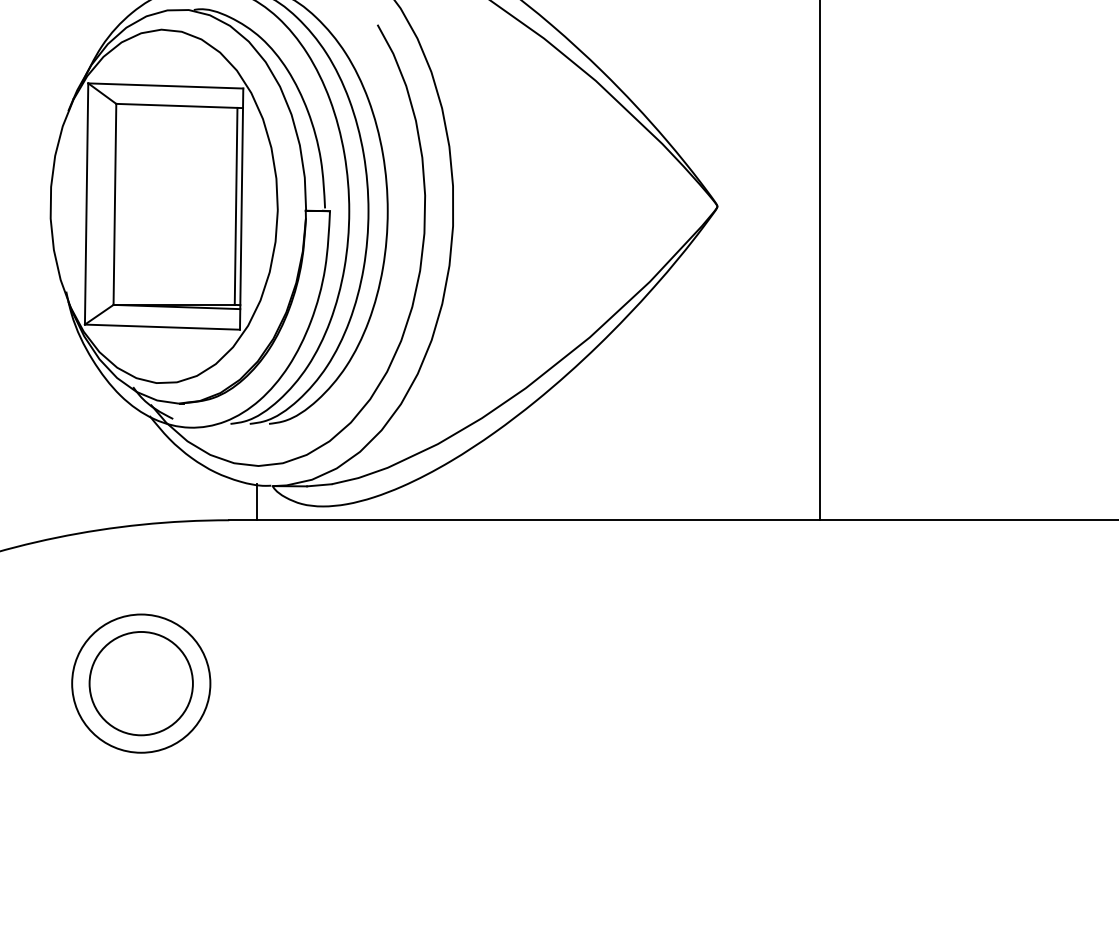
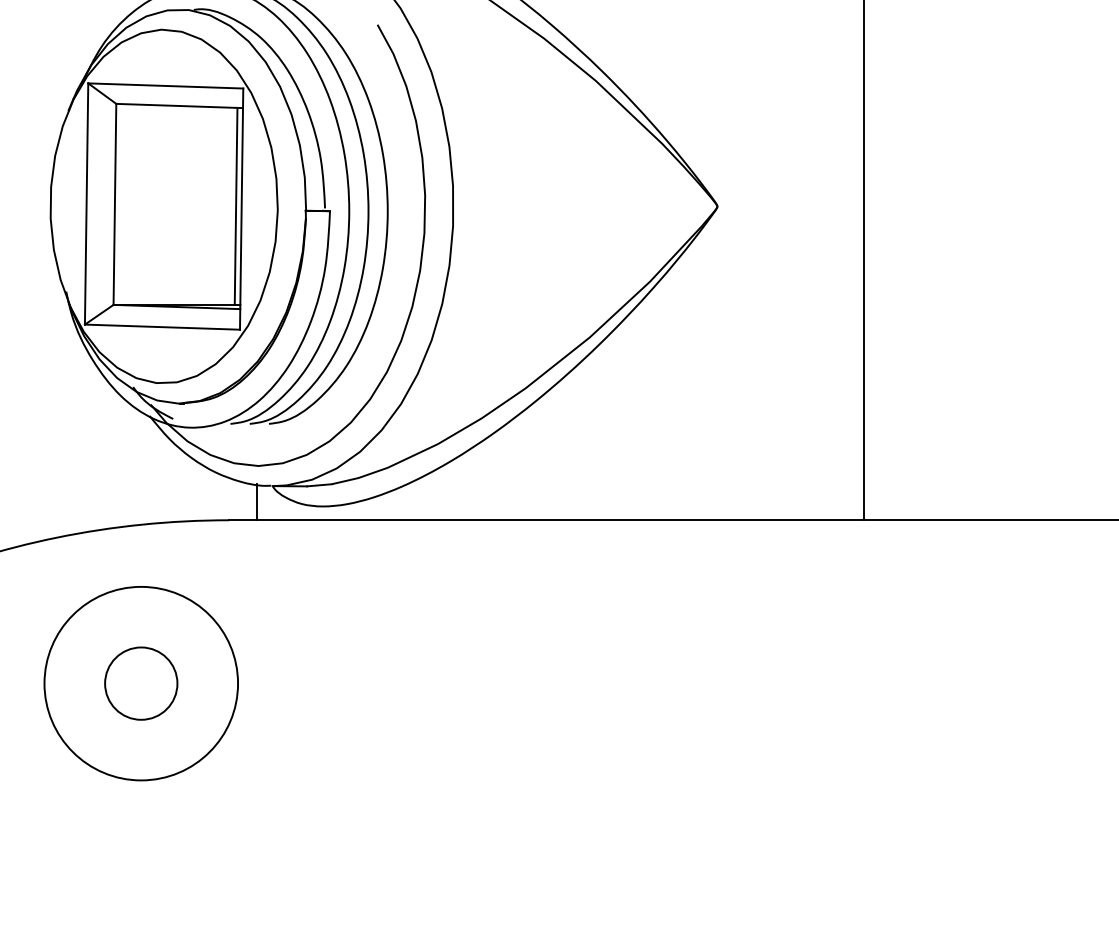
line at (820, 261) position: (820, 261) -> (864, 261)
circle at (140, 683) diameter: 103 px -> 72 px
circle at (141, 683) diameter: 138 px -> 194 px
